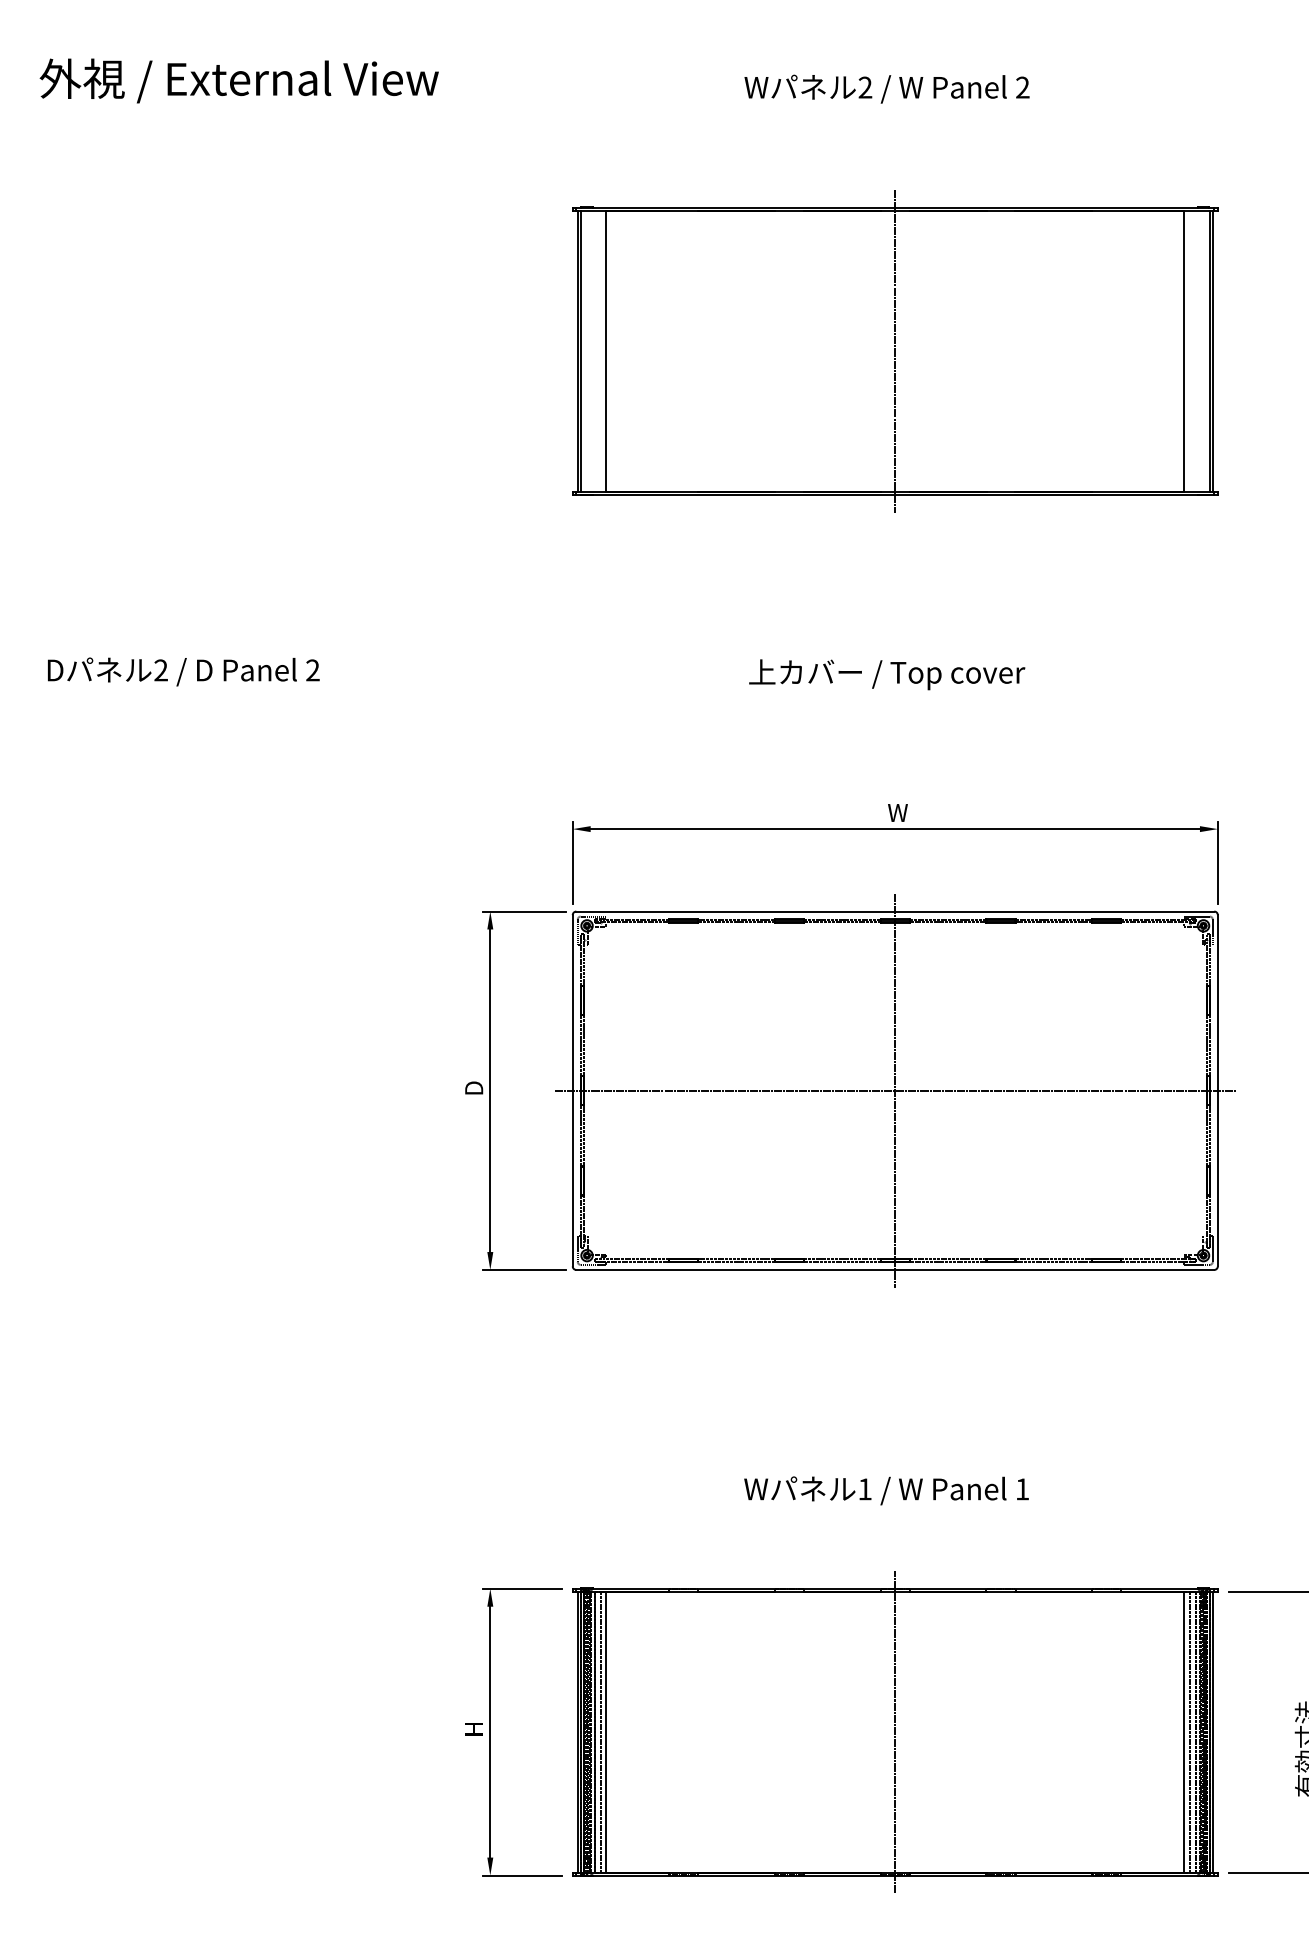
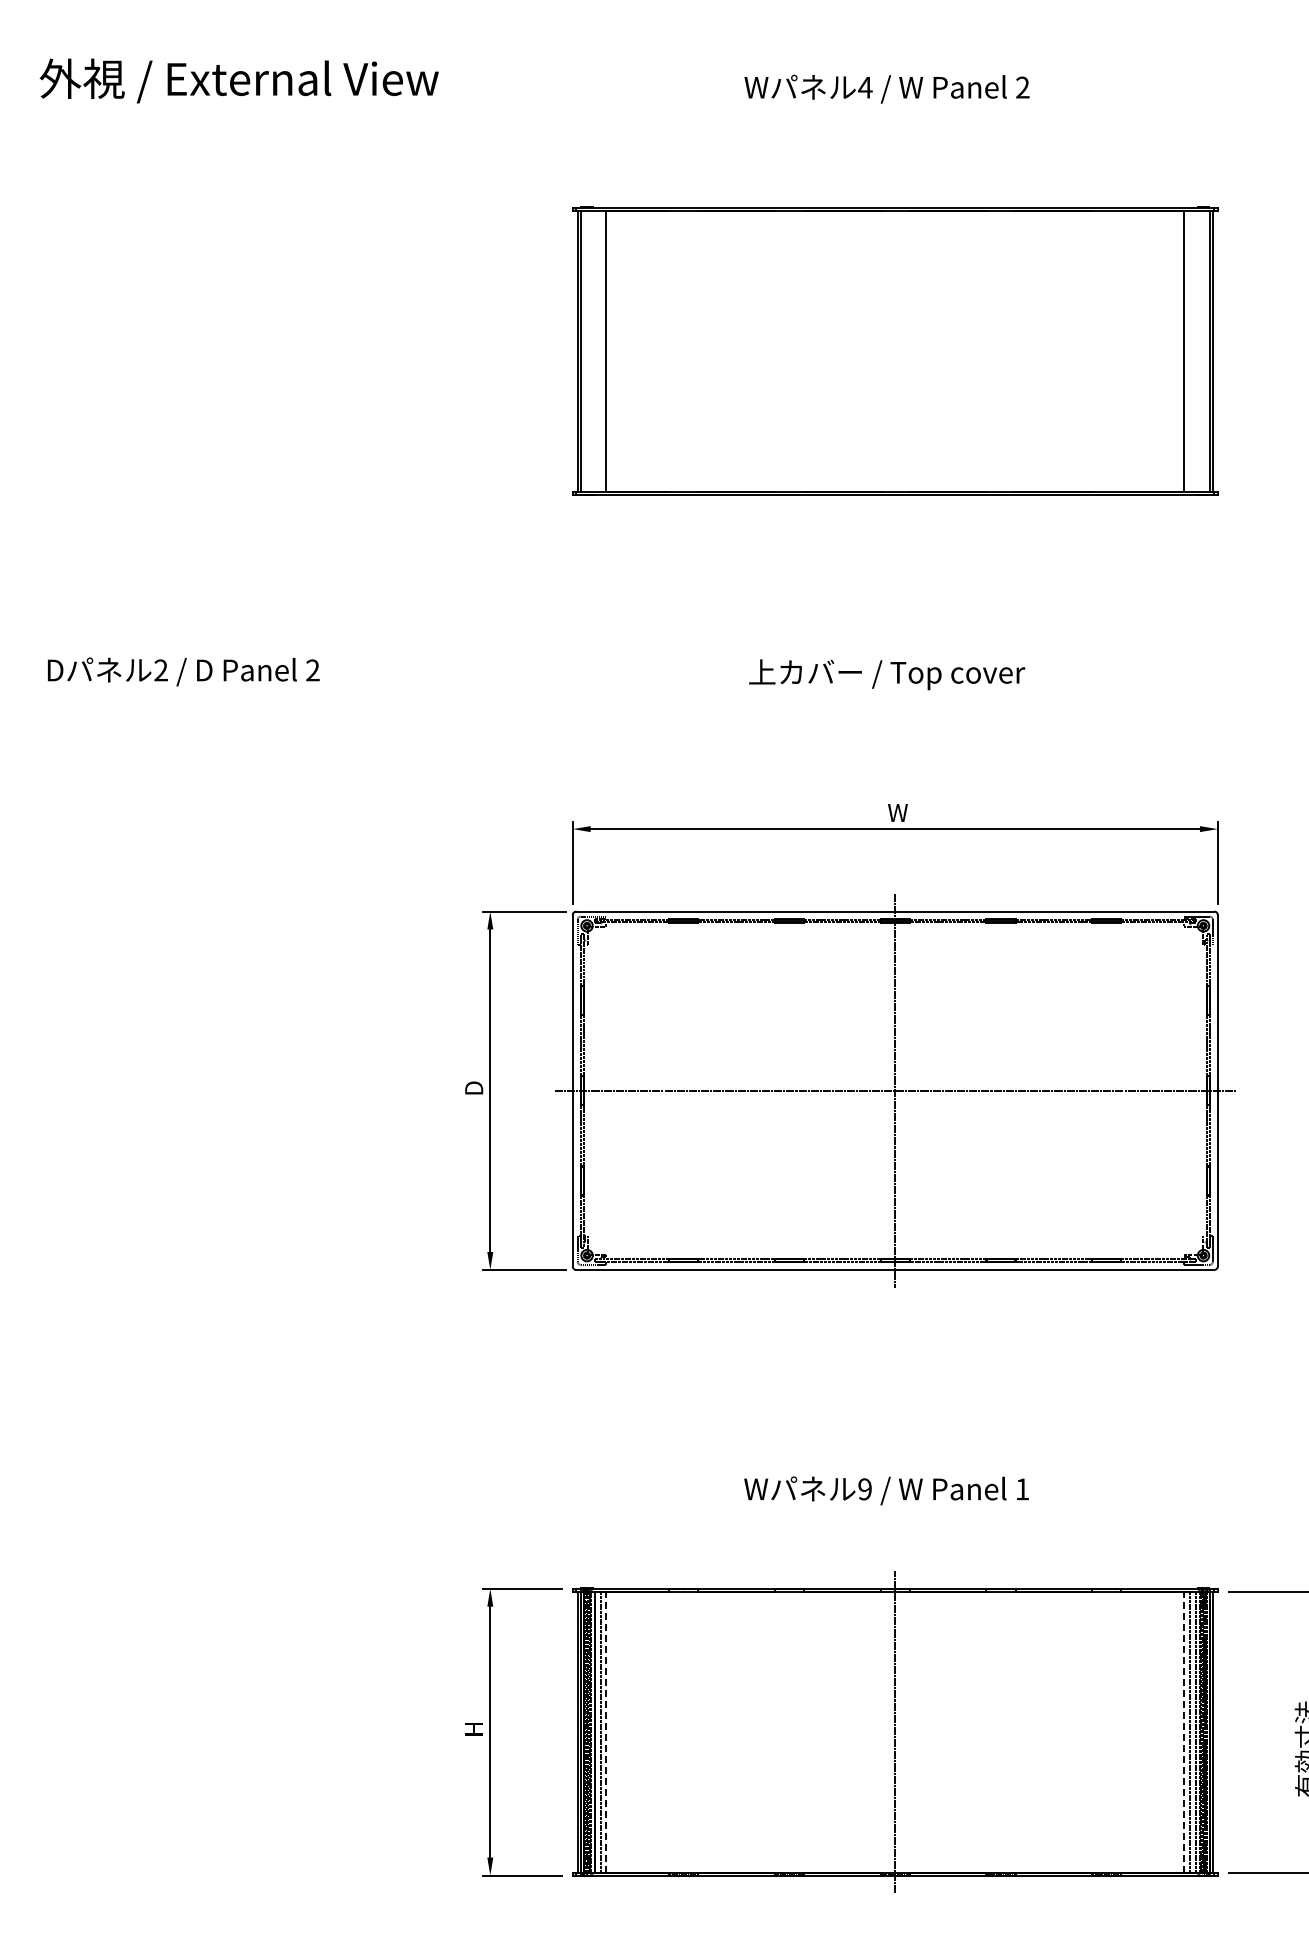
text at (865, 87): 2 -> 4
line at (895, 351): present -> none
text at (864, 1489): 1 -> 9
line at (606, 1731): solid -> dashed
line at (1184, 1731): solid -> dashed
